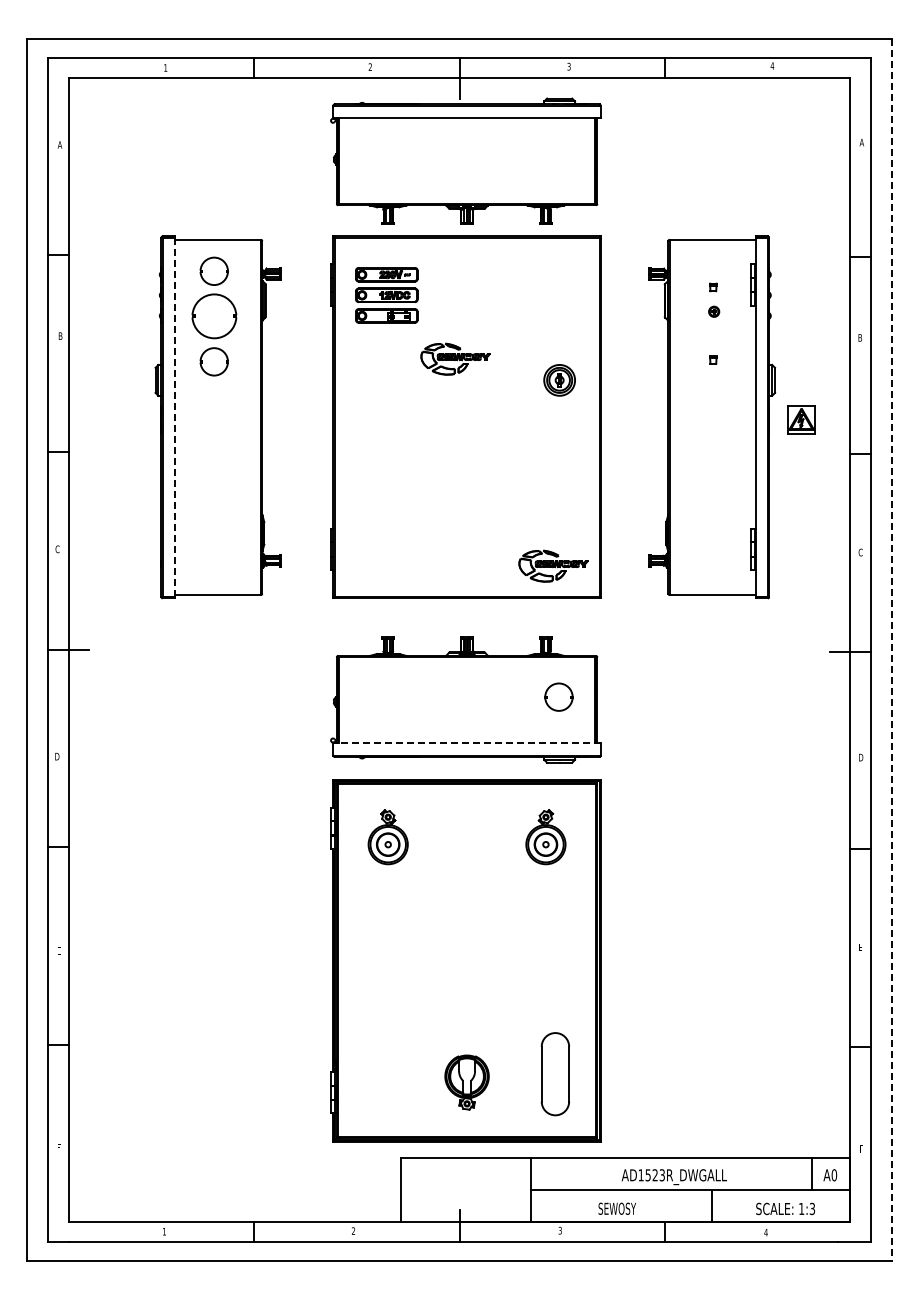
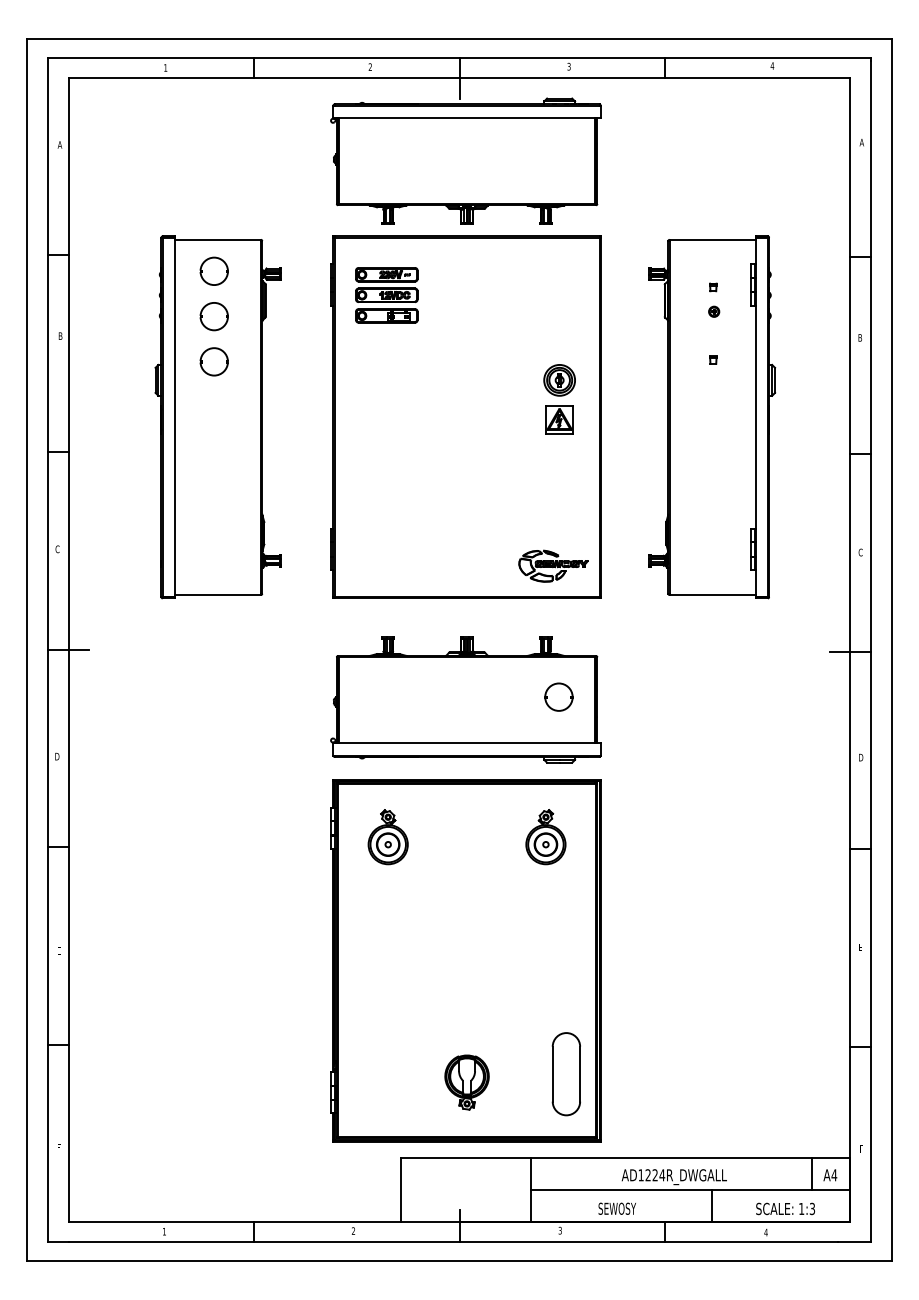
part at (214, 316) size: 47x47 px -> 30x30 px
part at (455, 358): present -> none
line at (174, 417): dashed -> solid
part at (801, 419) position: (801, 419) -> (559, 419)
line at (891, 650): dashed -> solid
line at (467, 743): dashed -> solid
part at (554, 1074) position: (554, 1074) -> (565, 1074)
text at (655, 1175): AD1523R_DWGALL -> AD1224R_DWGALL
text at (834, 1175): A0 -> A4
